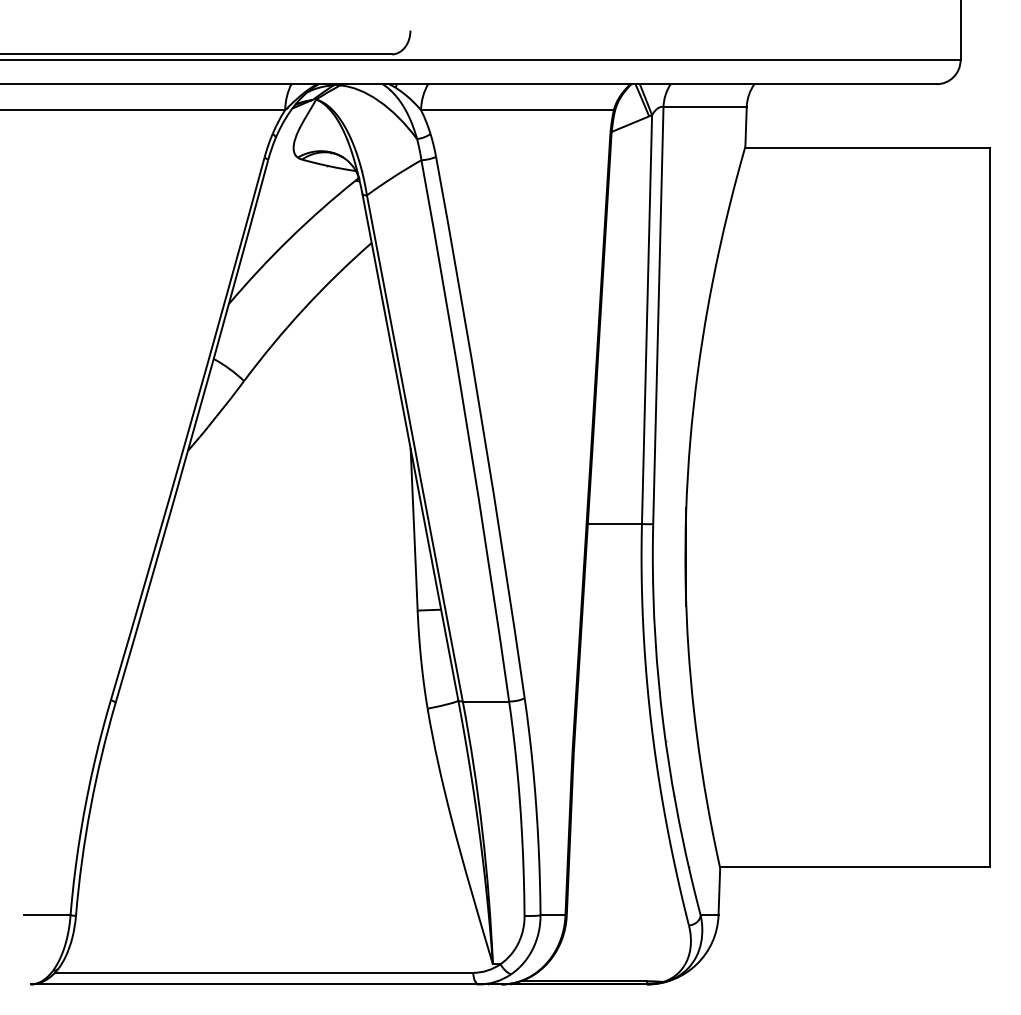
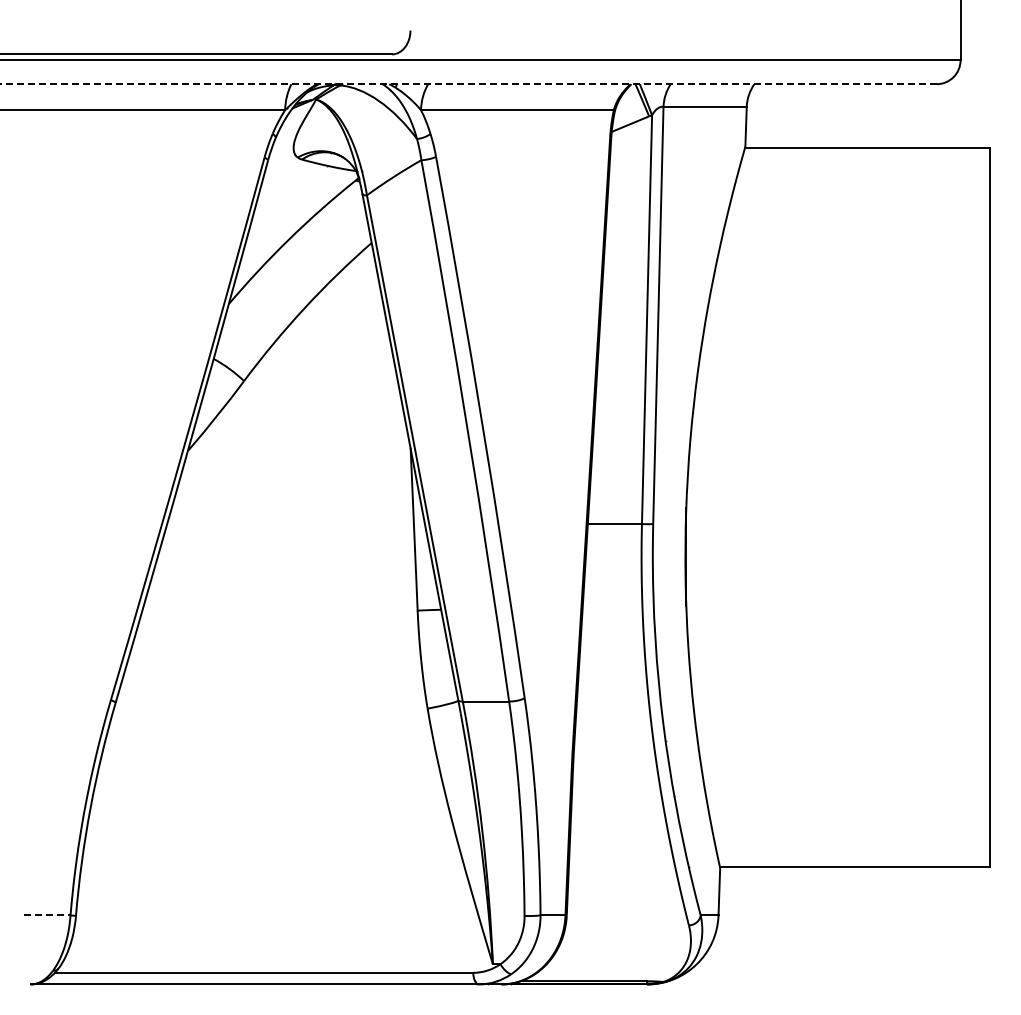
line at (468, 84): solid -> dashed
line at (47, 915): solid -> dashed
